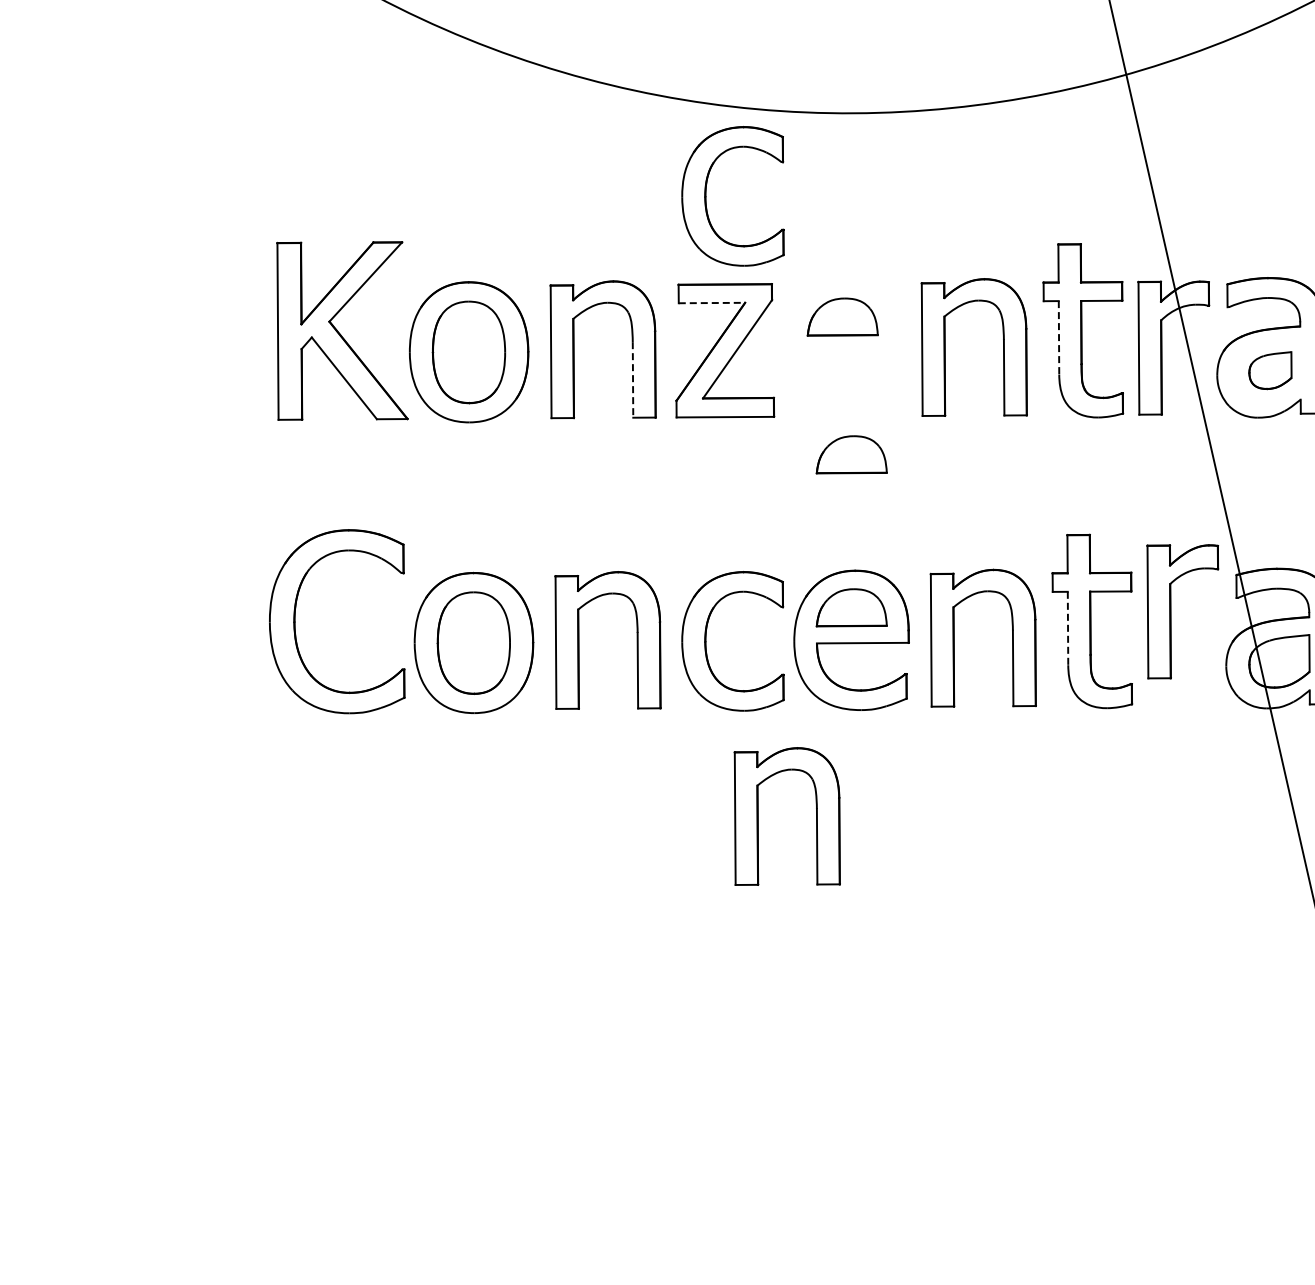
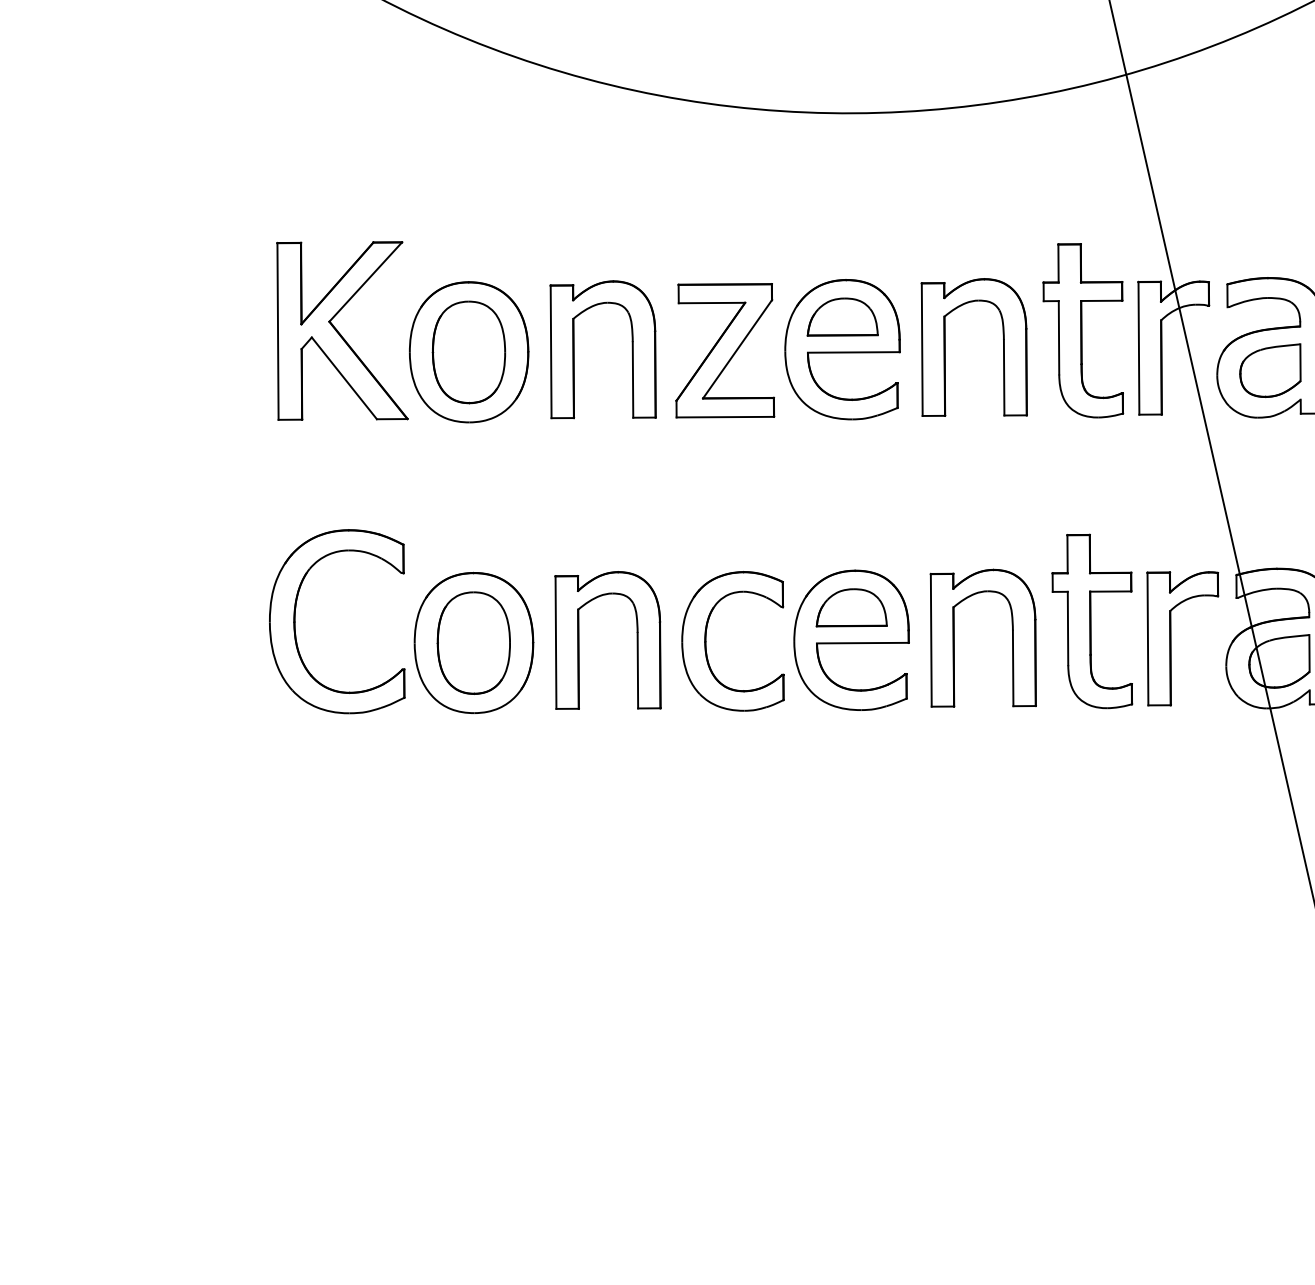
part at (706, 196): present -> none
line at (712, 303): dashed -> solid
line at (1059, 337): dashed -> solid
part at (842, 349): none -> present
part at (1270, 370) size: 45x40 px -> 63x55 px
line at (633, 379): dashed -> solid
part at (851, 454): present -> none
part at (1171, 611) position: (1171, 611) -> (1171, 638)
line at (1068, 628): dashed -> solid
part at (758, 816): present -> none
